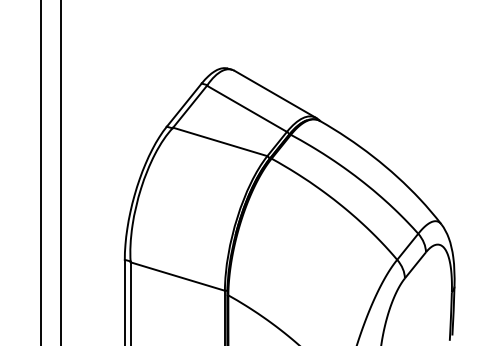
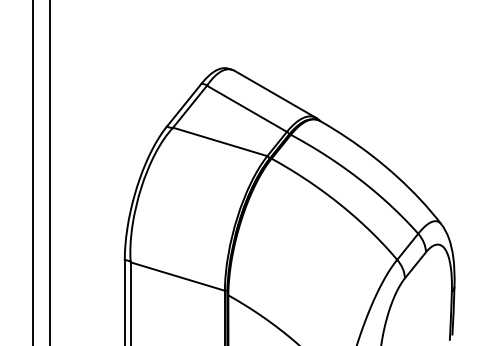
line at (41, 172) position: (41, 172) -> (33, 172)
line at (61, 172) position: (61, 172) -> (50, 172)
